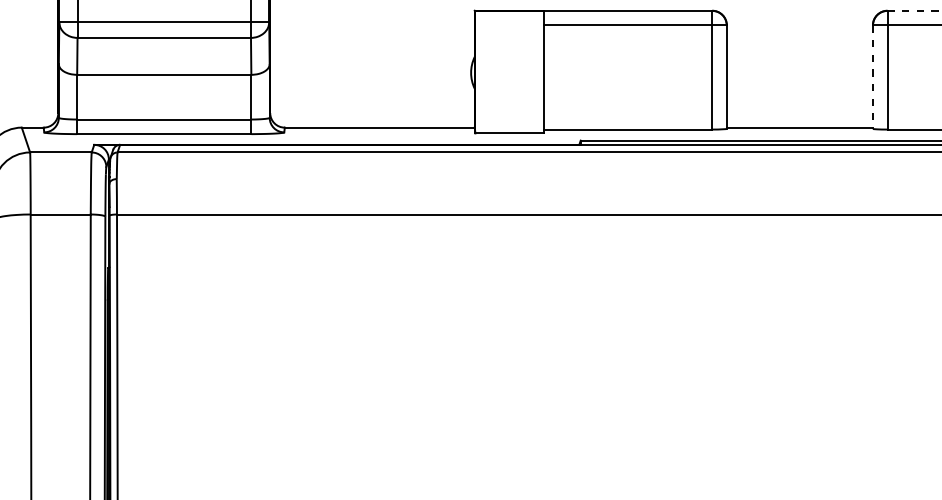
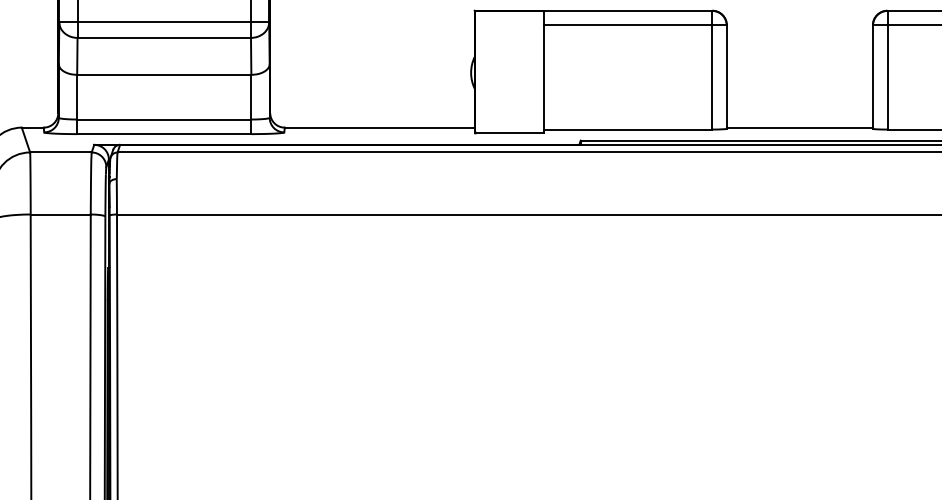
line at (914, 10): dashed -> solid
line at (872, 77): dashed -> solid
